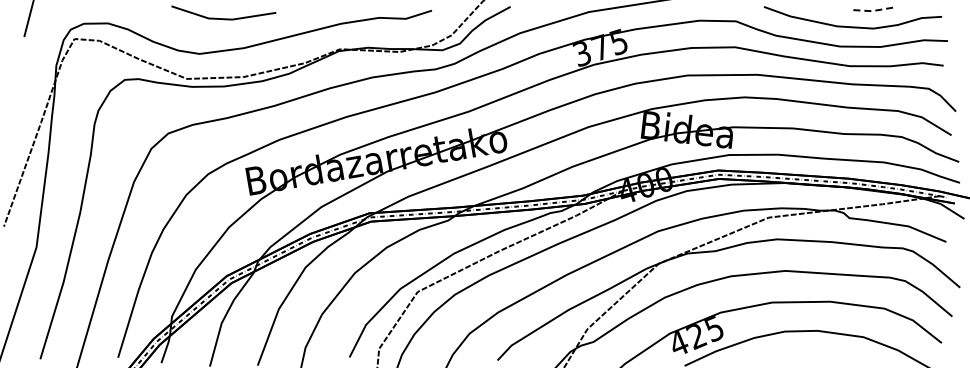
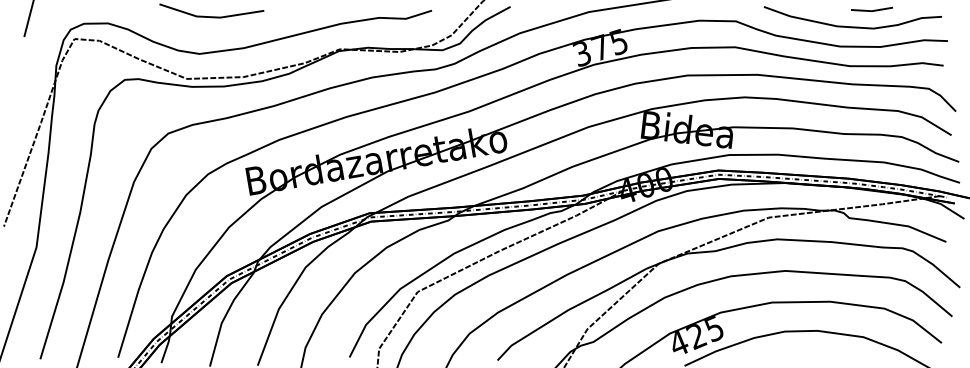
line at (871, 11): dashed -> solid
line at (223, 18) position: (223, 18) -> (211, 16)
